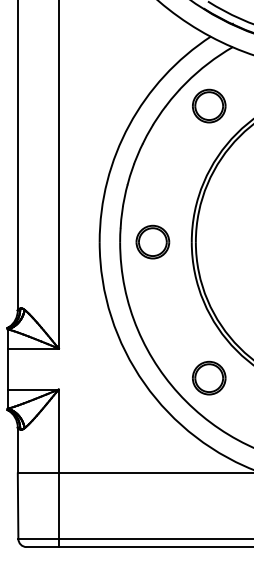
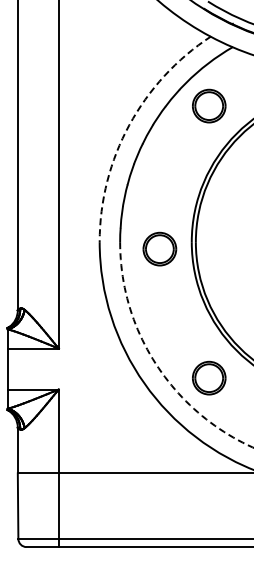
arc at (129, 125): solid -> dashed
part at (152, 241) position: (152, 241) -> (159, 248)
arc at (155, 363): solid -> dashed
